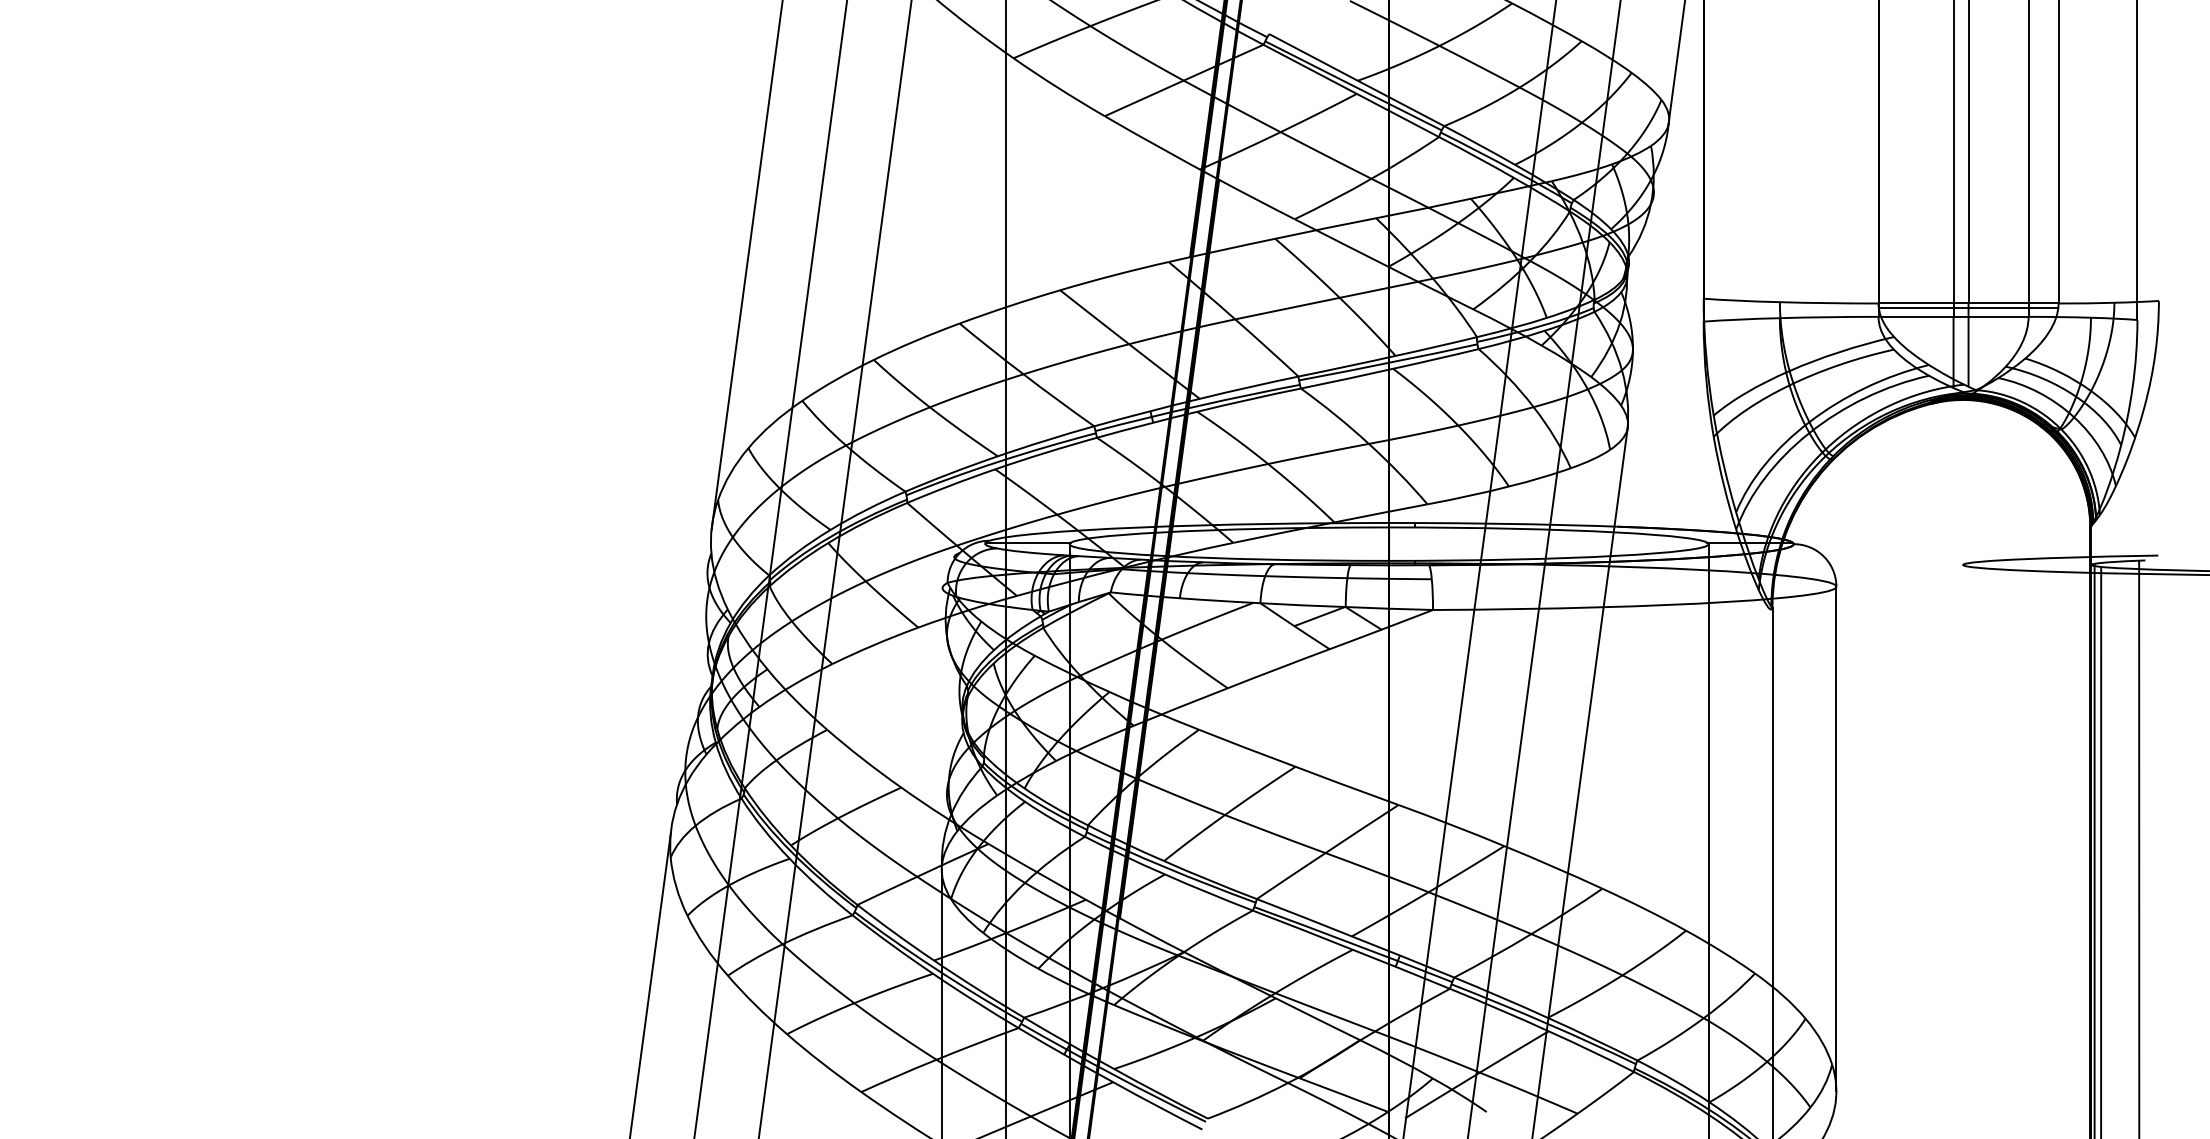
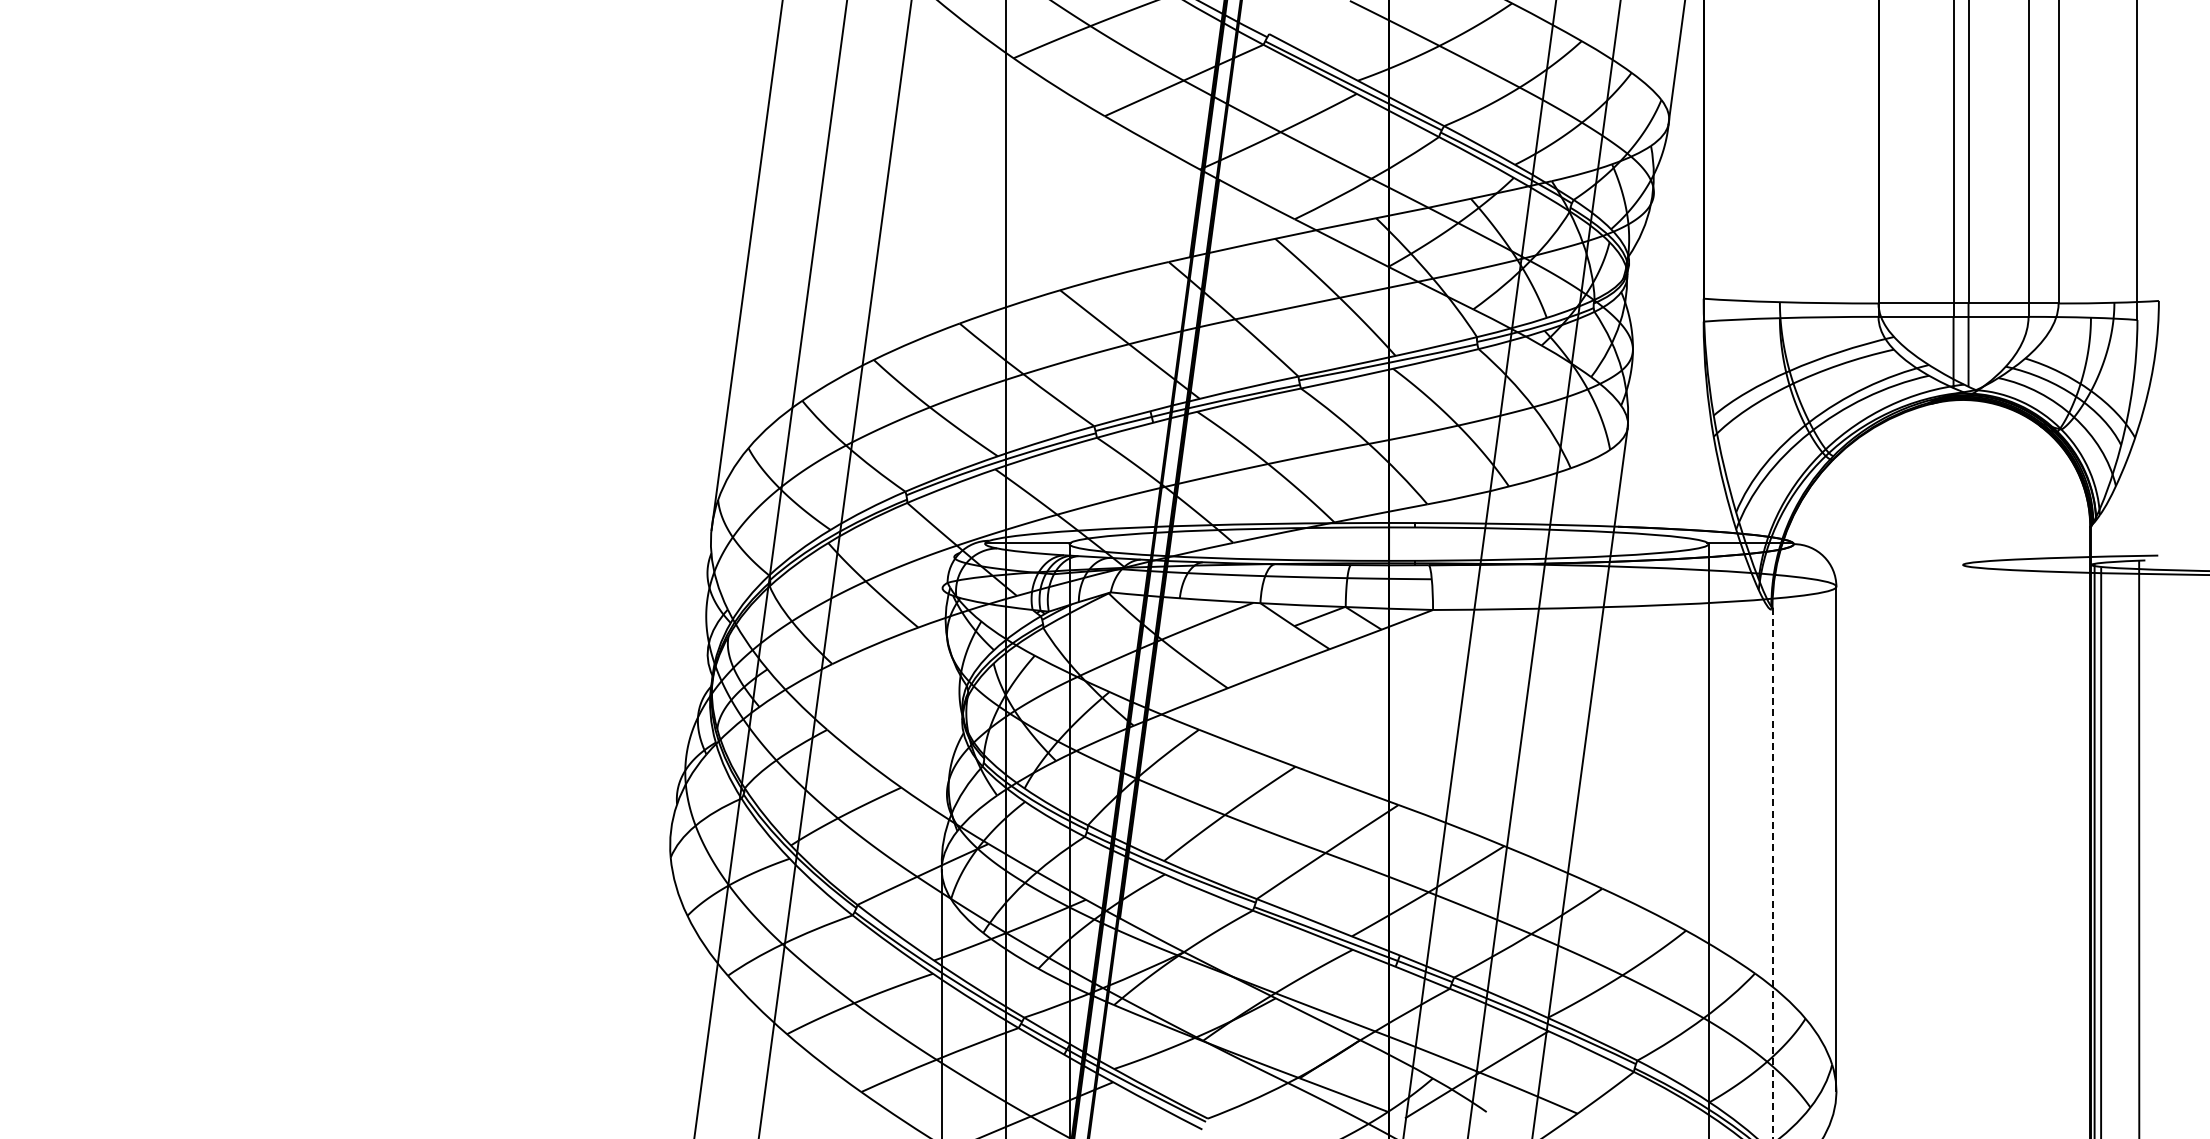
line at (1968, 307): present -> none
line at (1772, 873): solid -> dashed
line at (650, 984): present -> none
